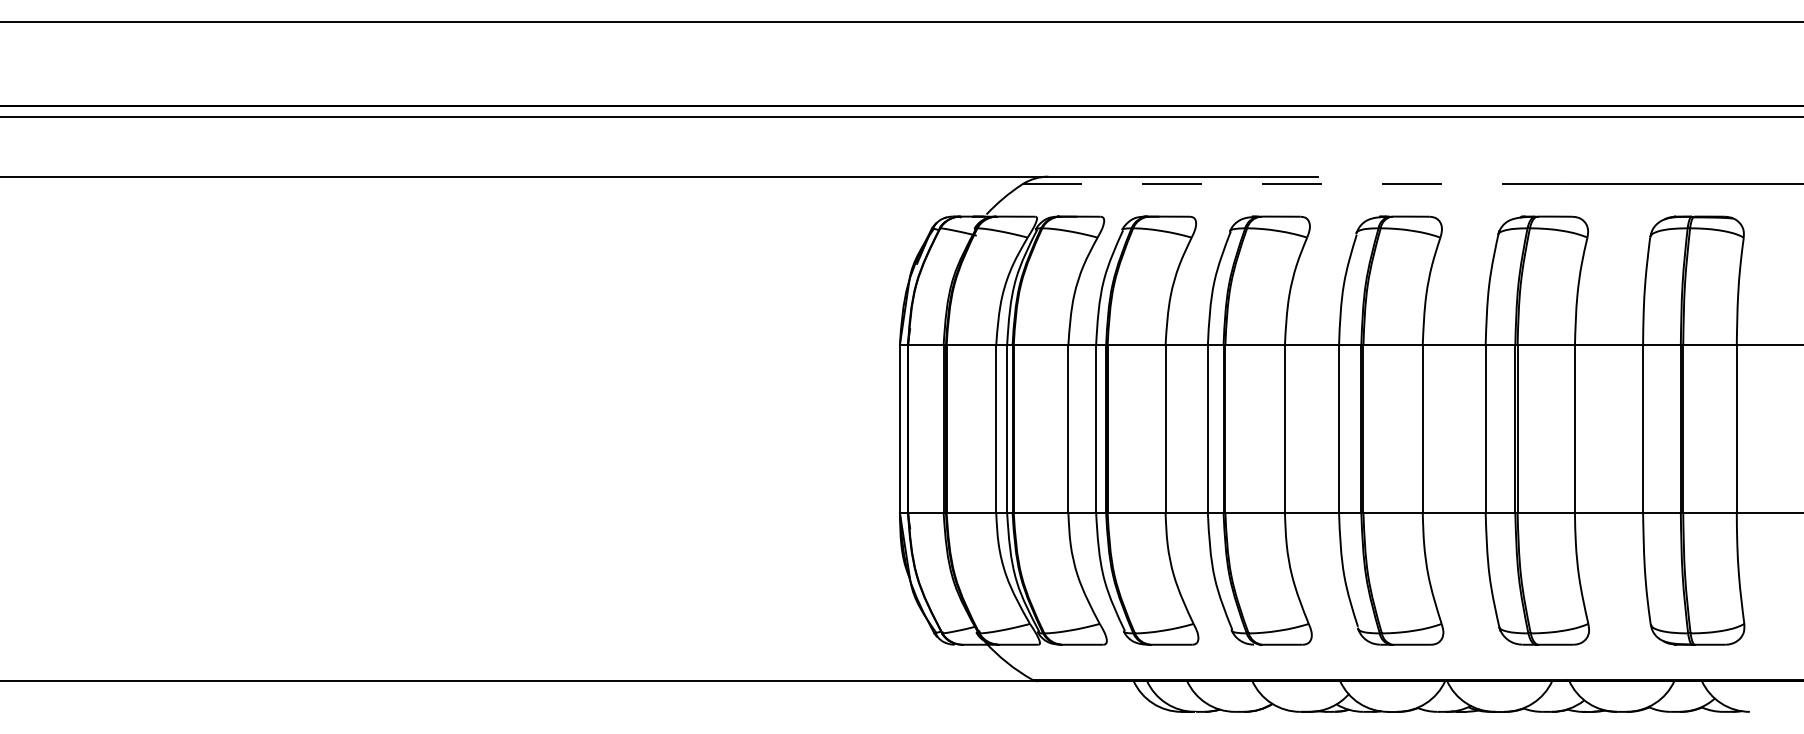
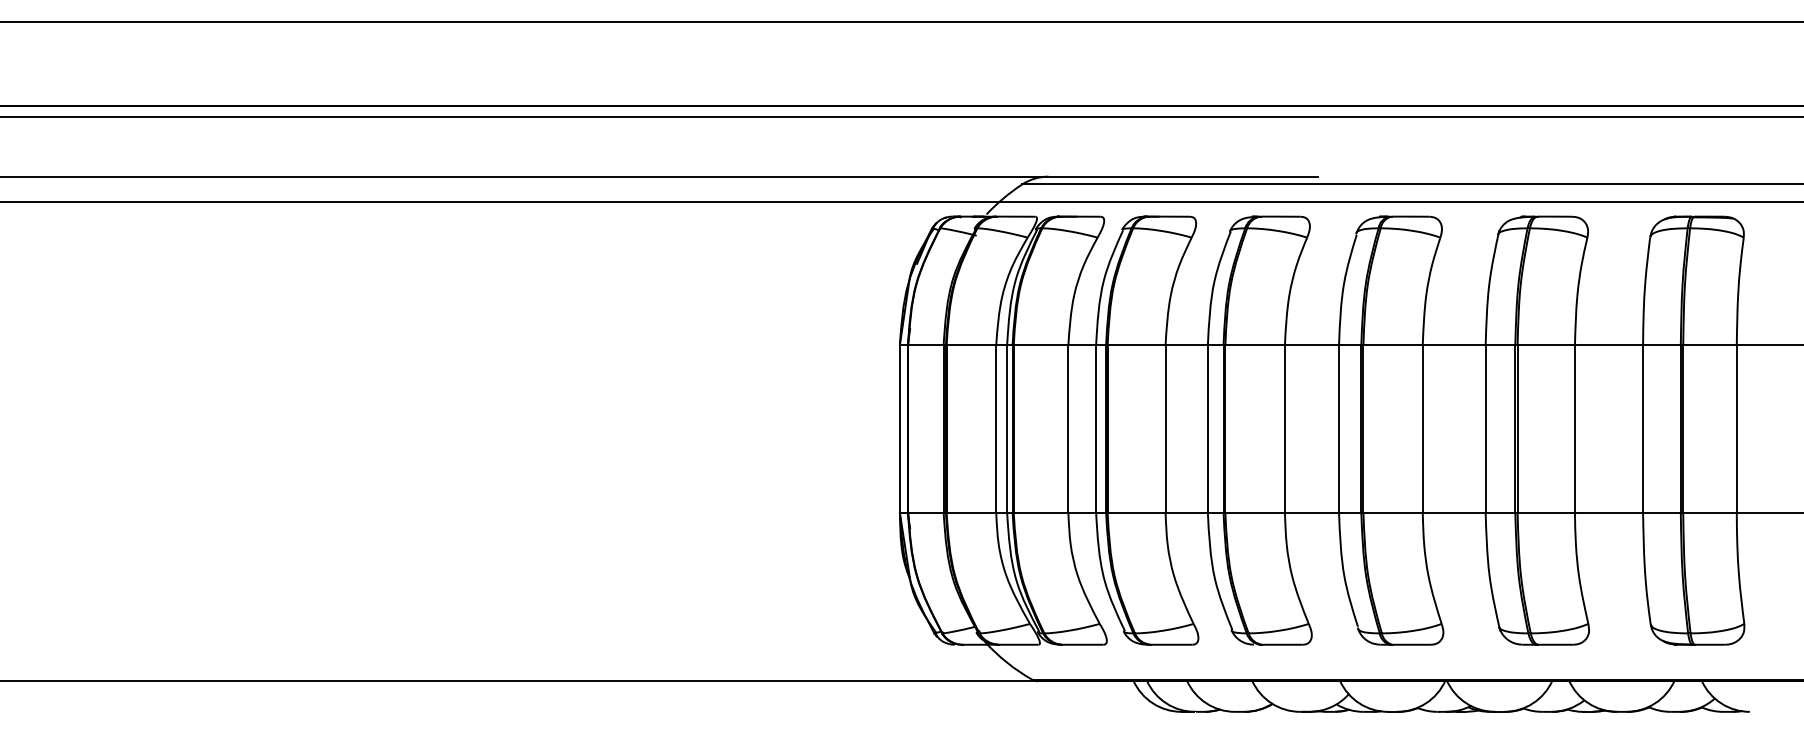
line at (1293, 184): dashed -> solid
line at (901, 201): none -> present
